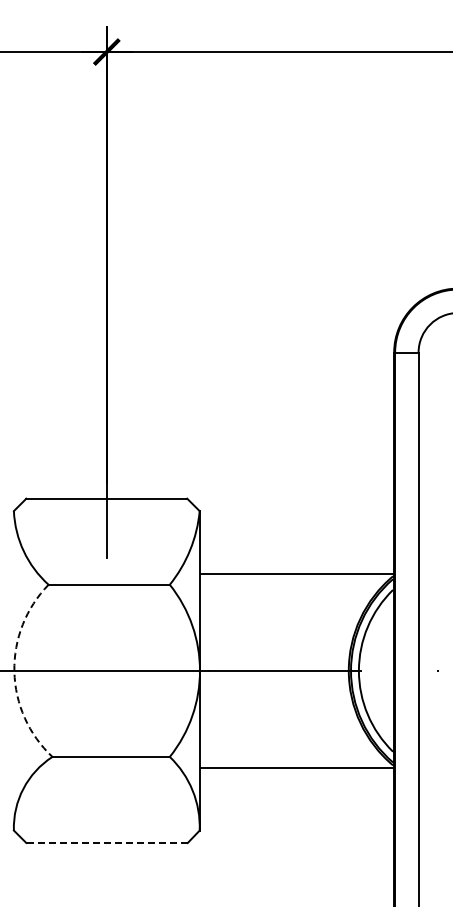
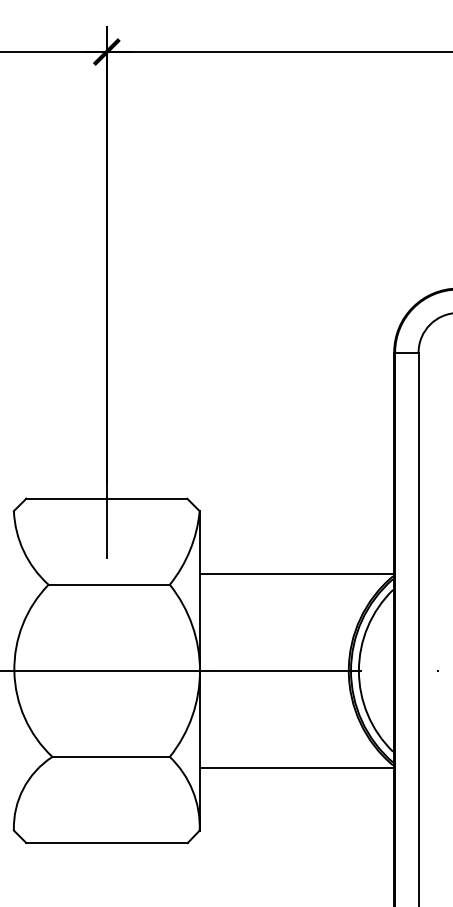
arc at (14, 671): dashed -> solid
line at (107, 843): dashed -> solid
